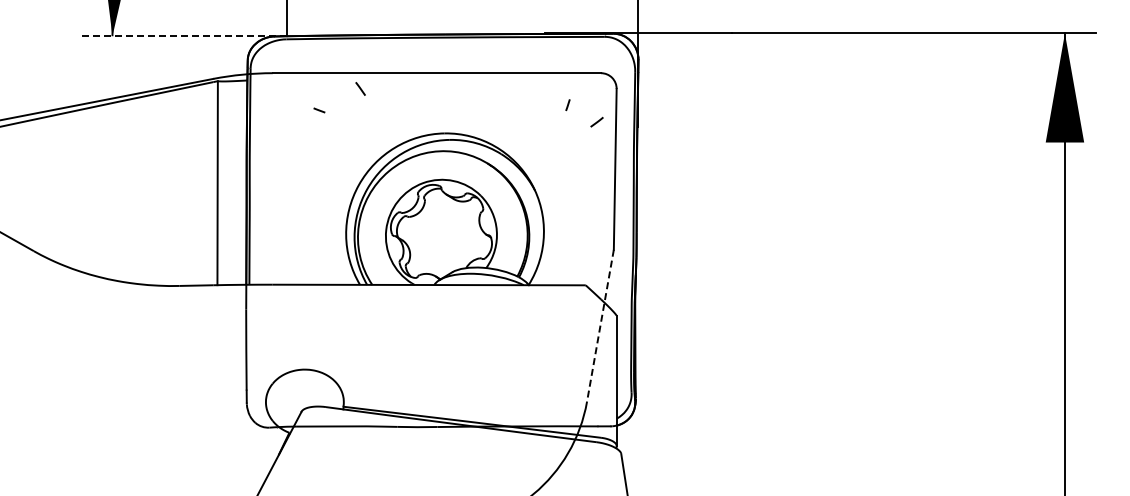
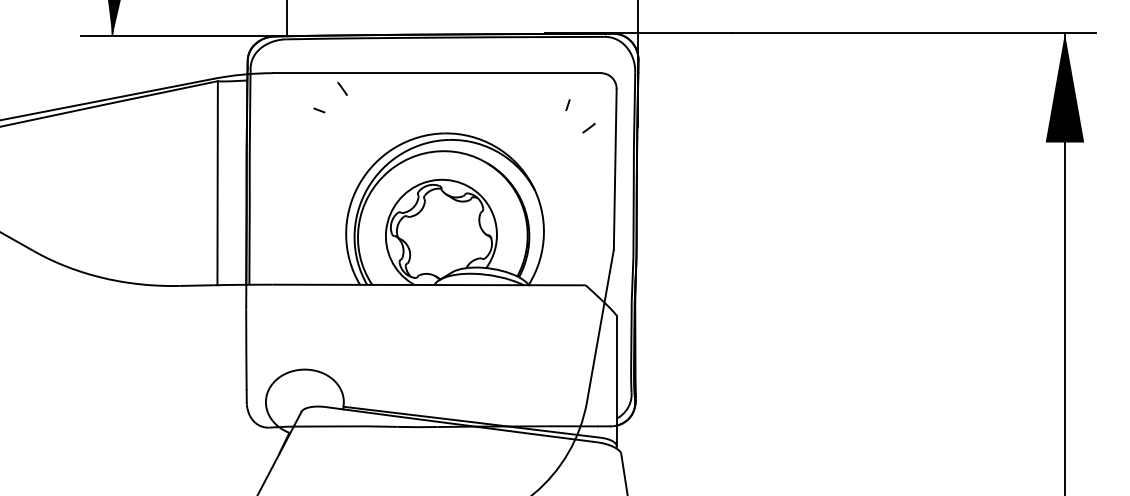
line at (183, 36): dashed -> solid
line at (360, 88) position: (360, 88) -> (342, 88)
line at (596, 121) position: (596, 121) -> (588, 127)
line at (600, 326): dashed -> solid
